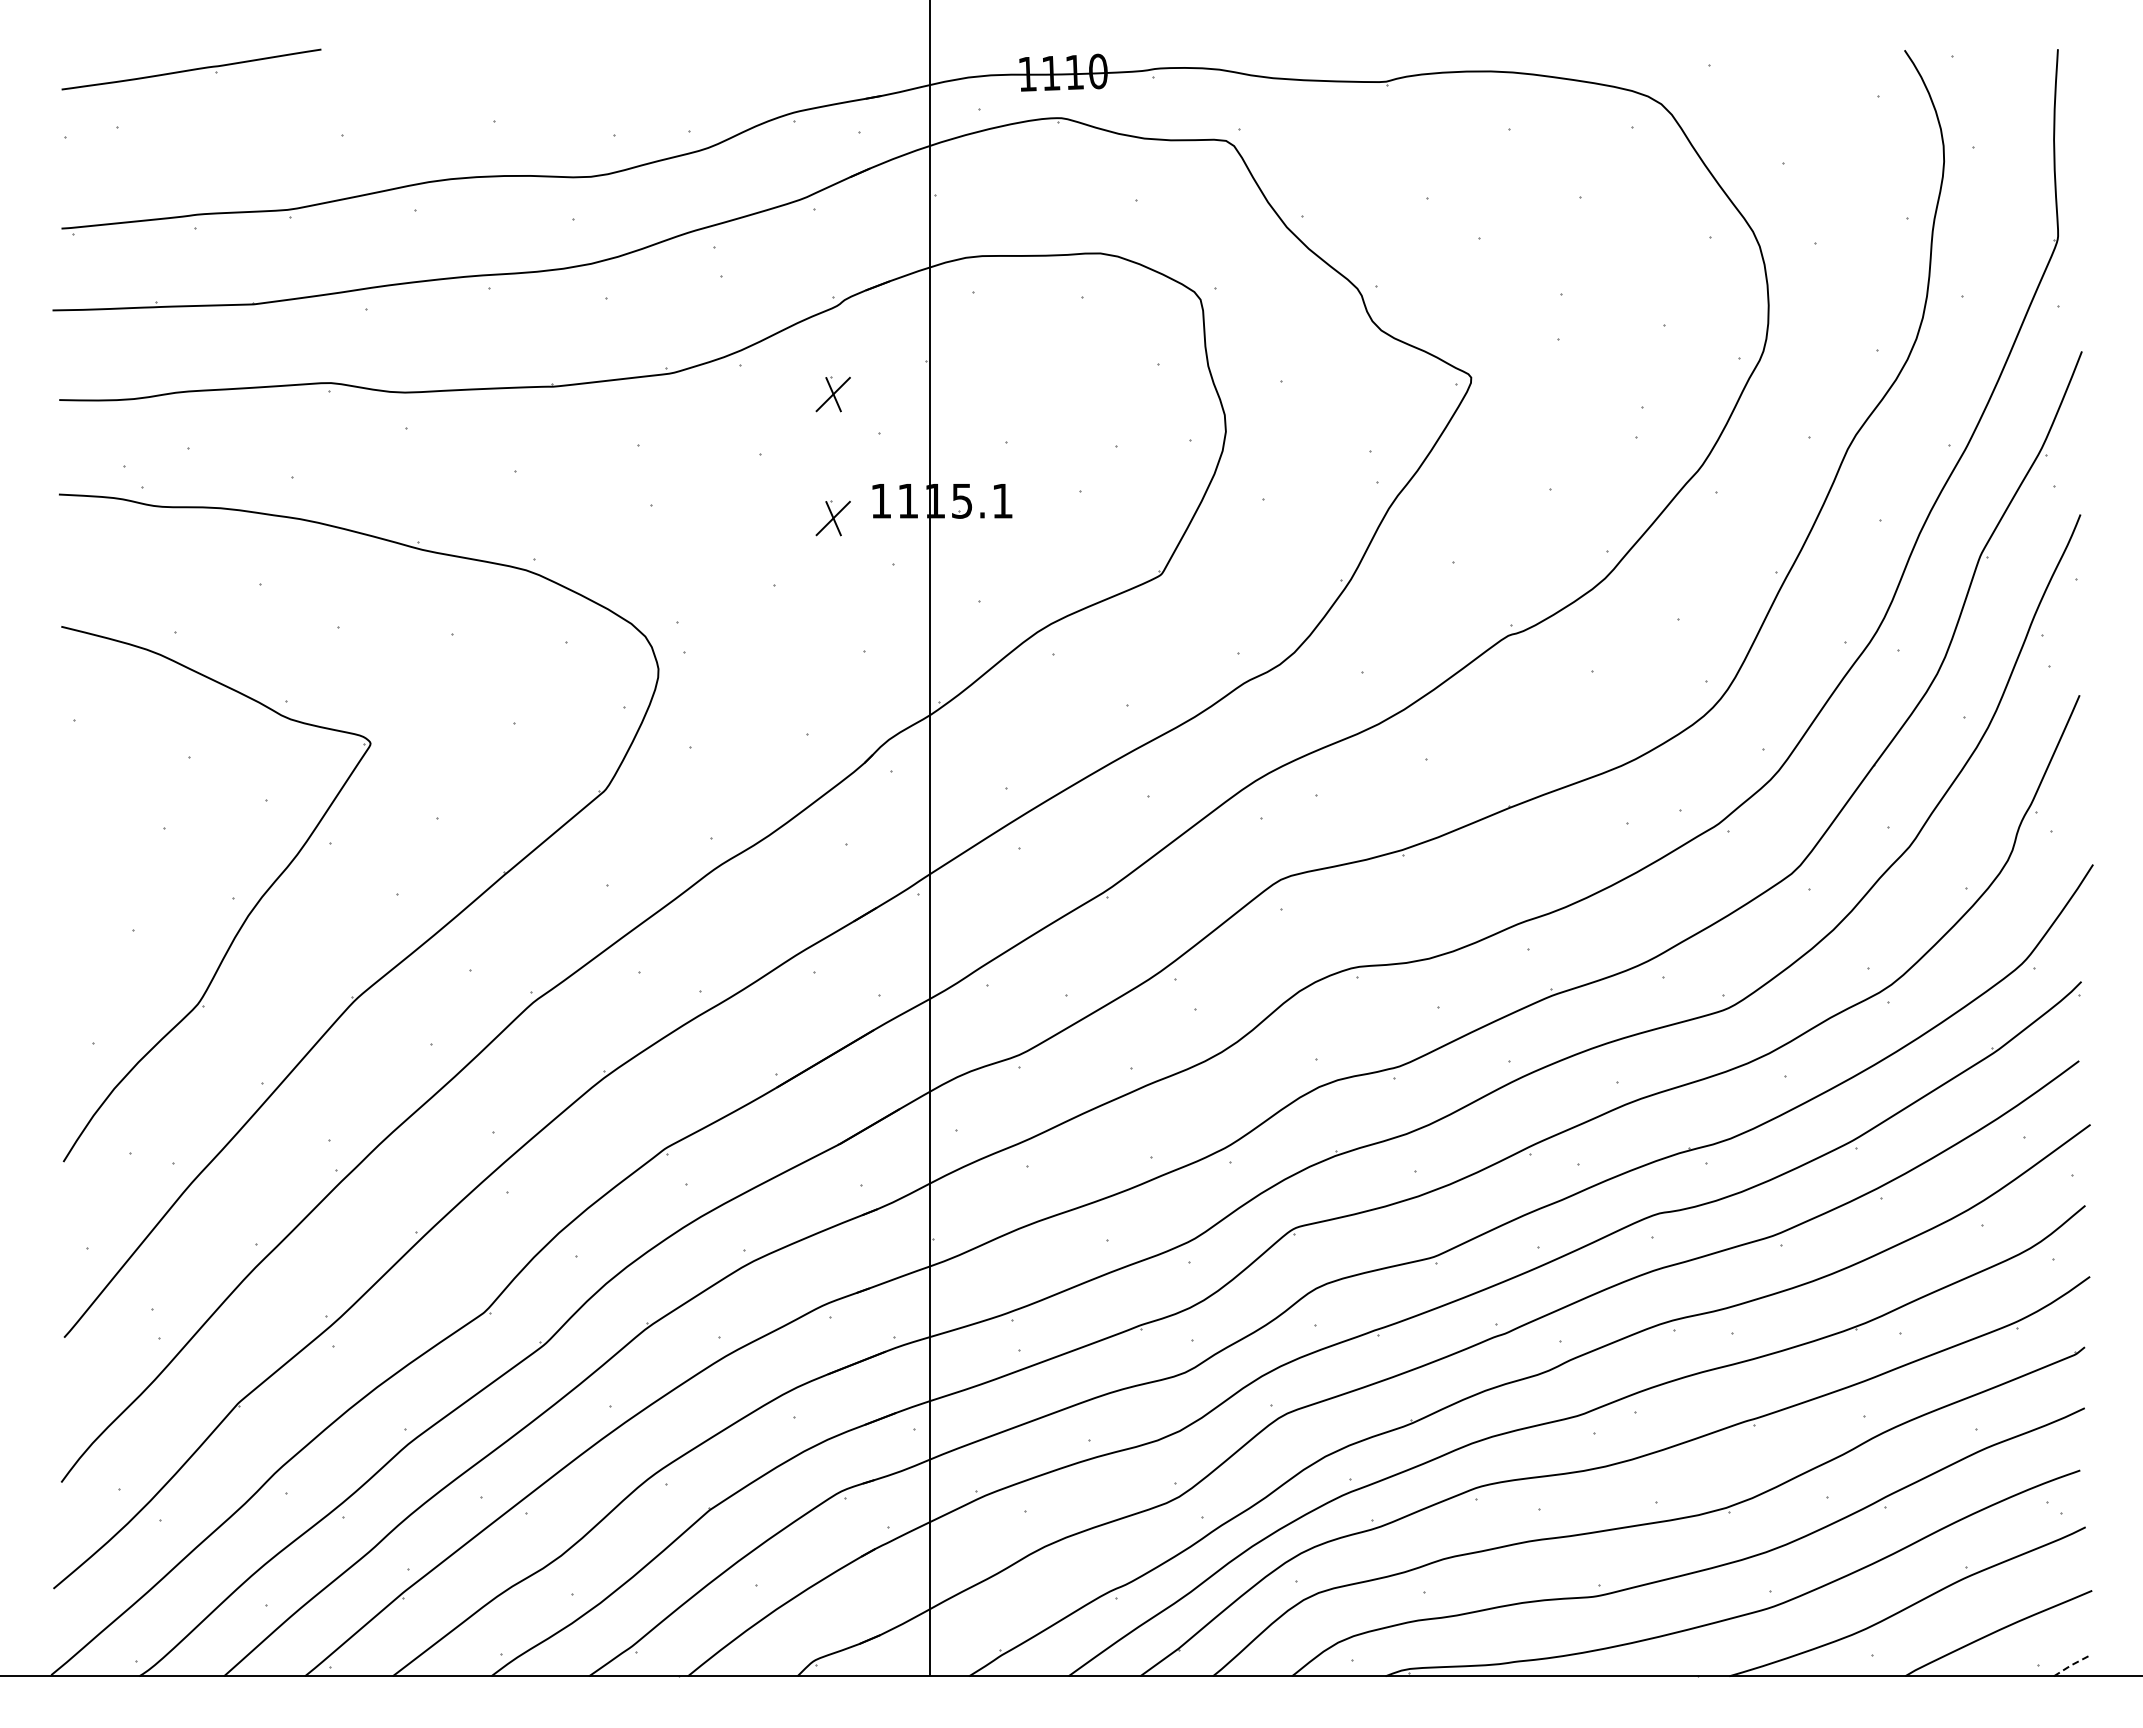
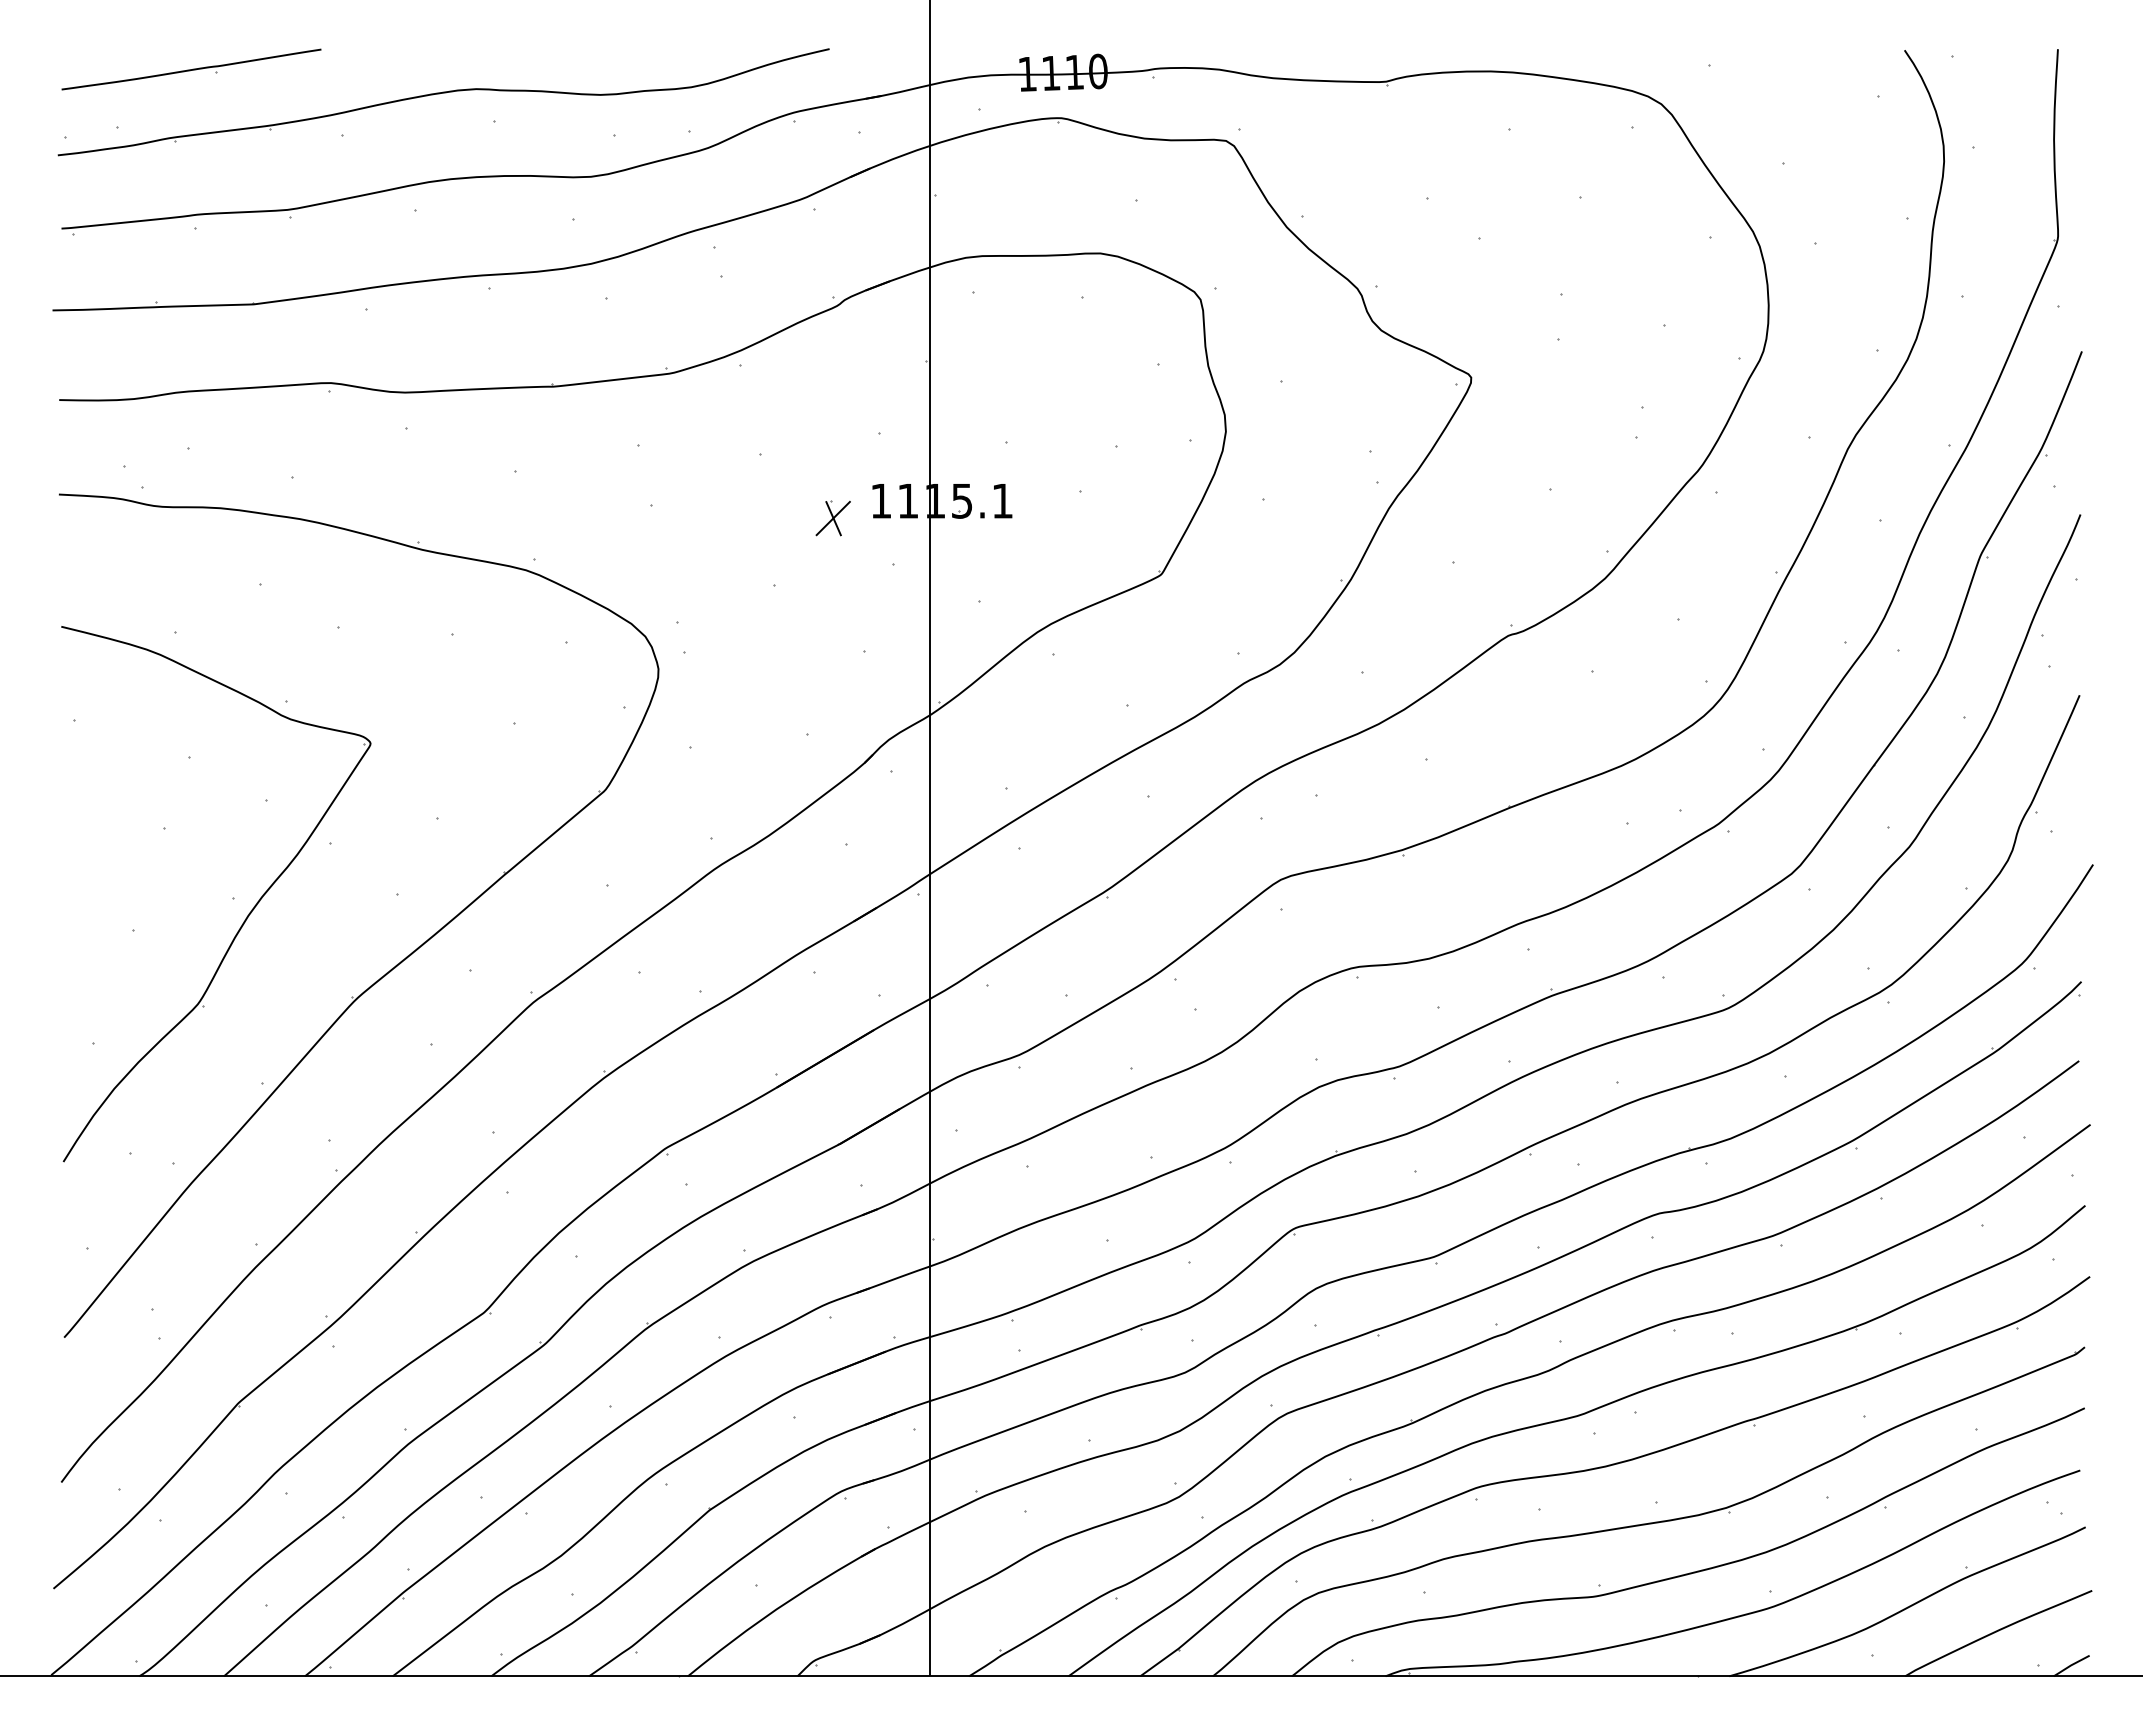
part at (439, 94): none -> present
part at (832, 394): present -> none
line at (2071, 1665): dashed -> solid
